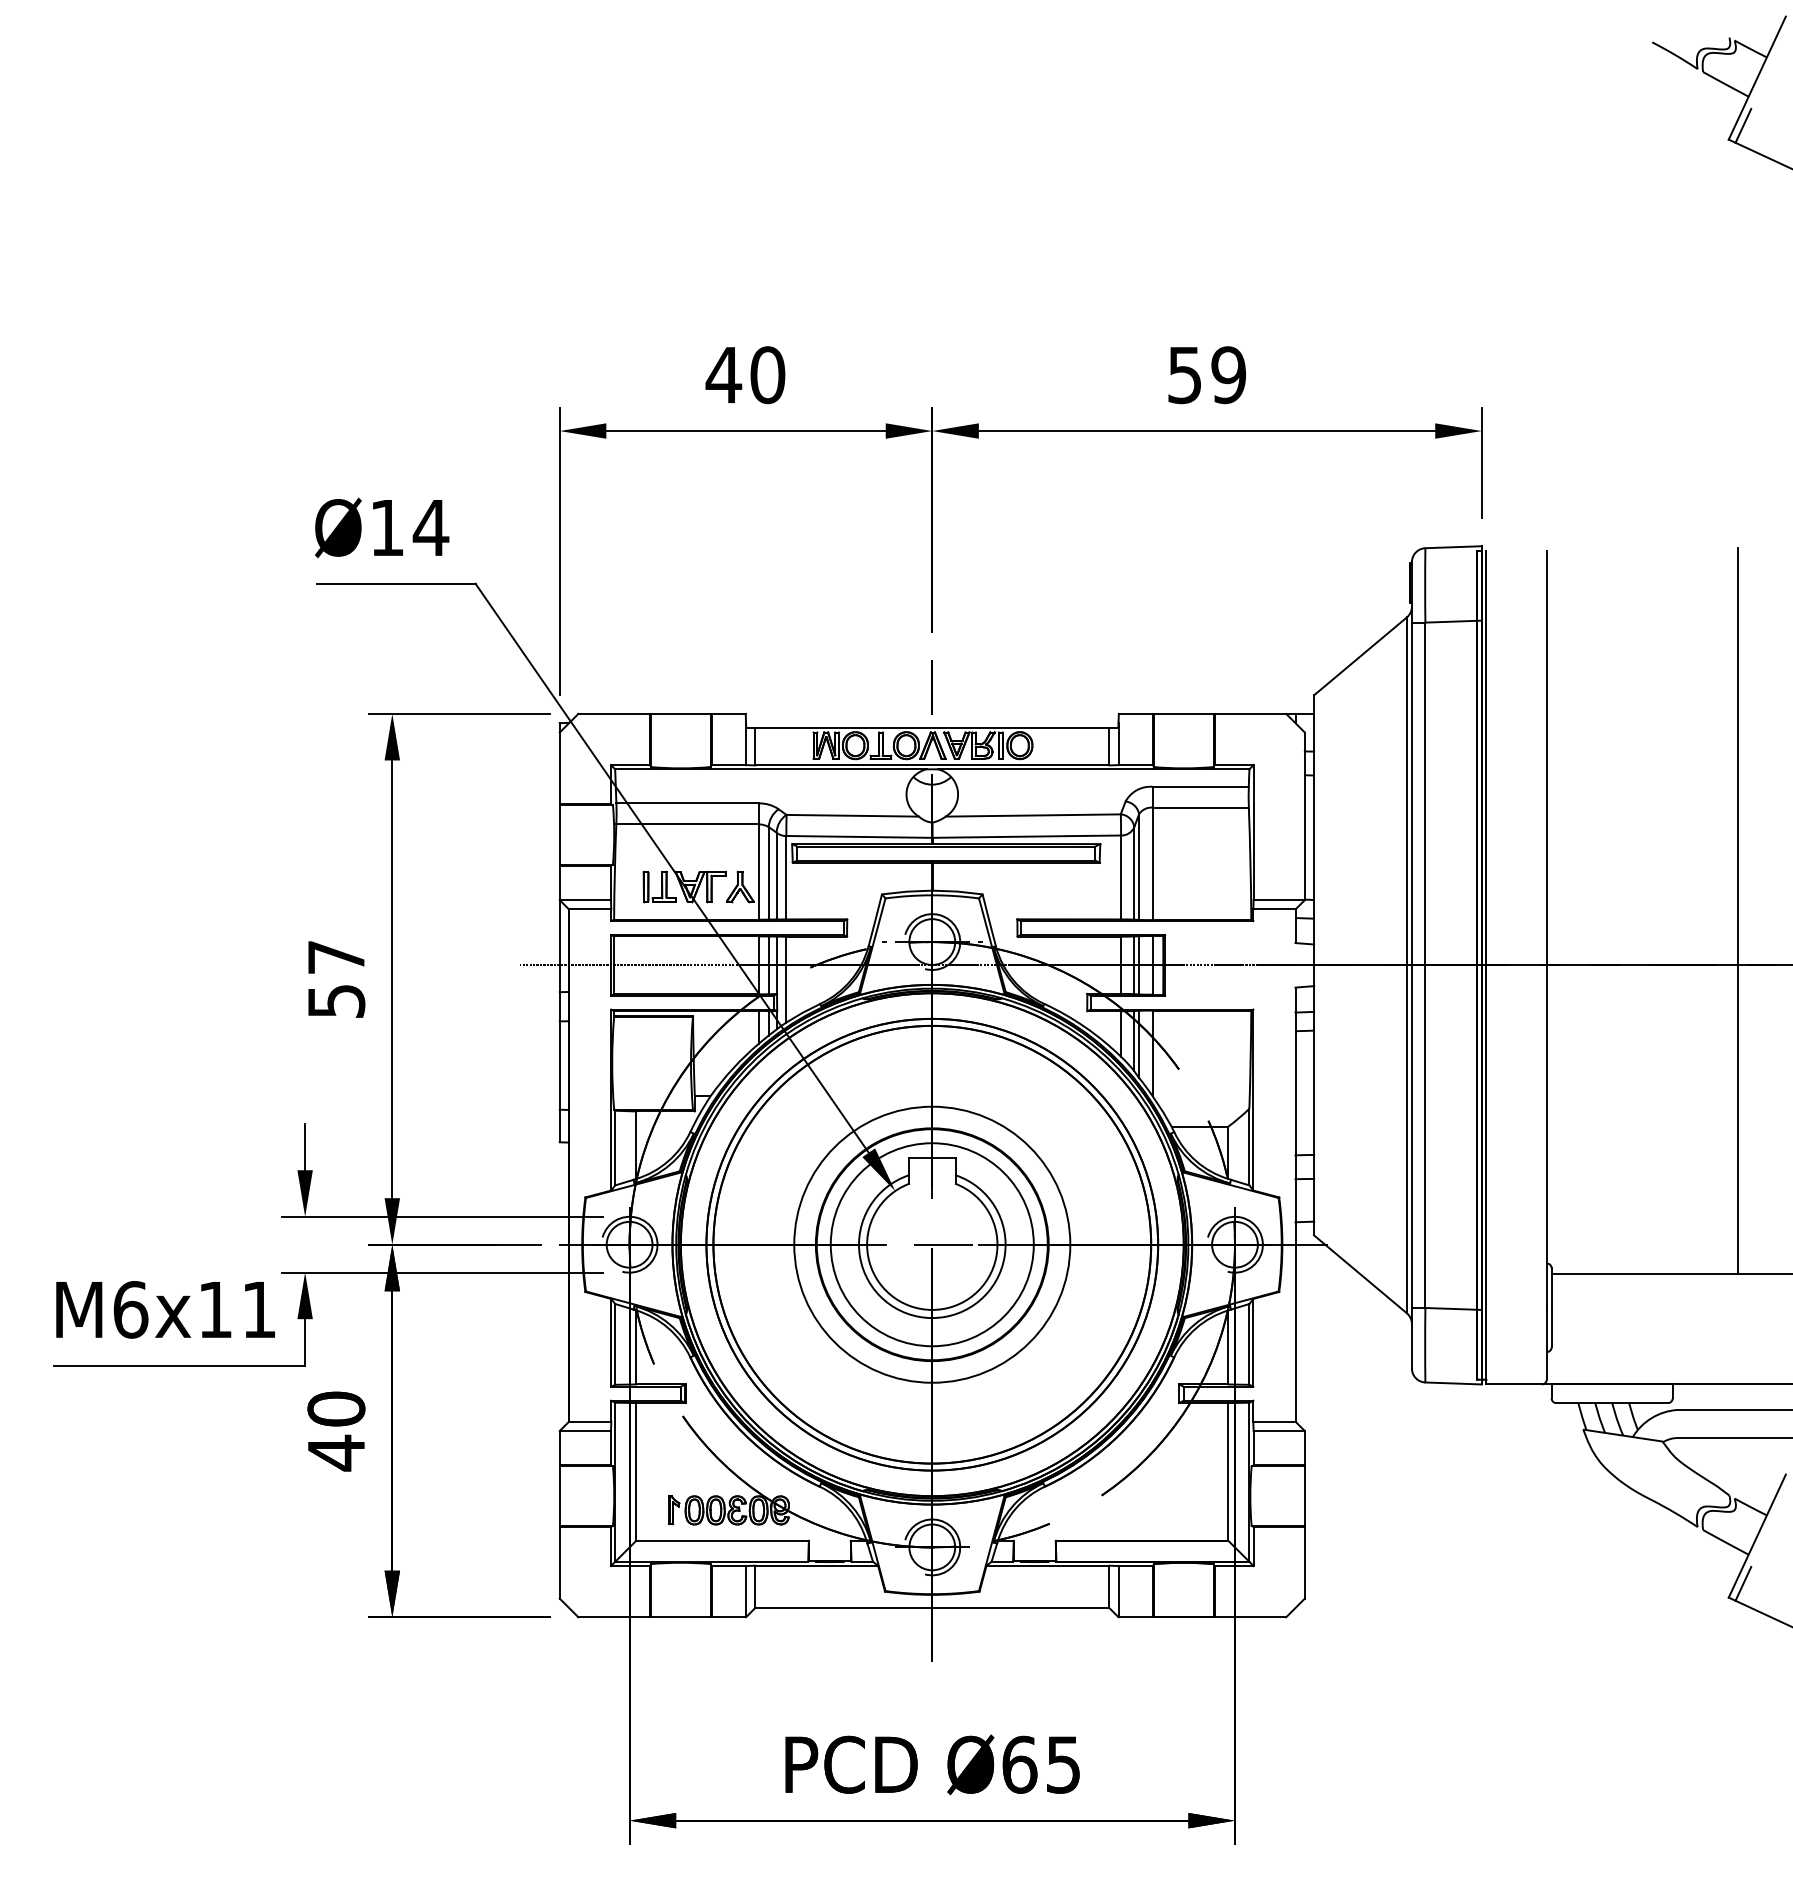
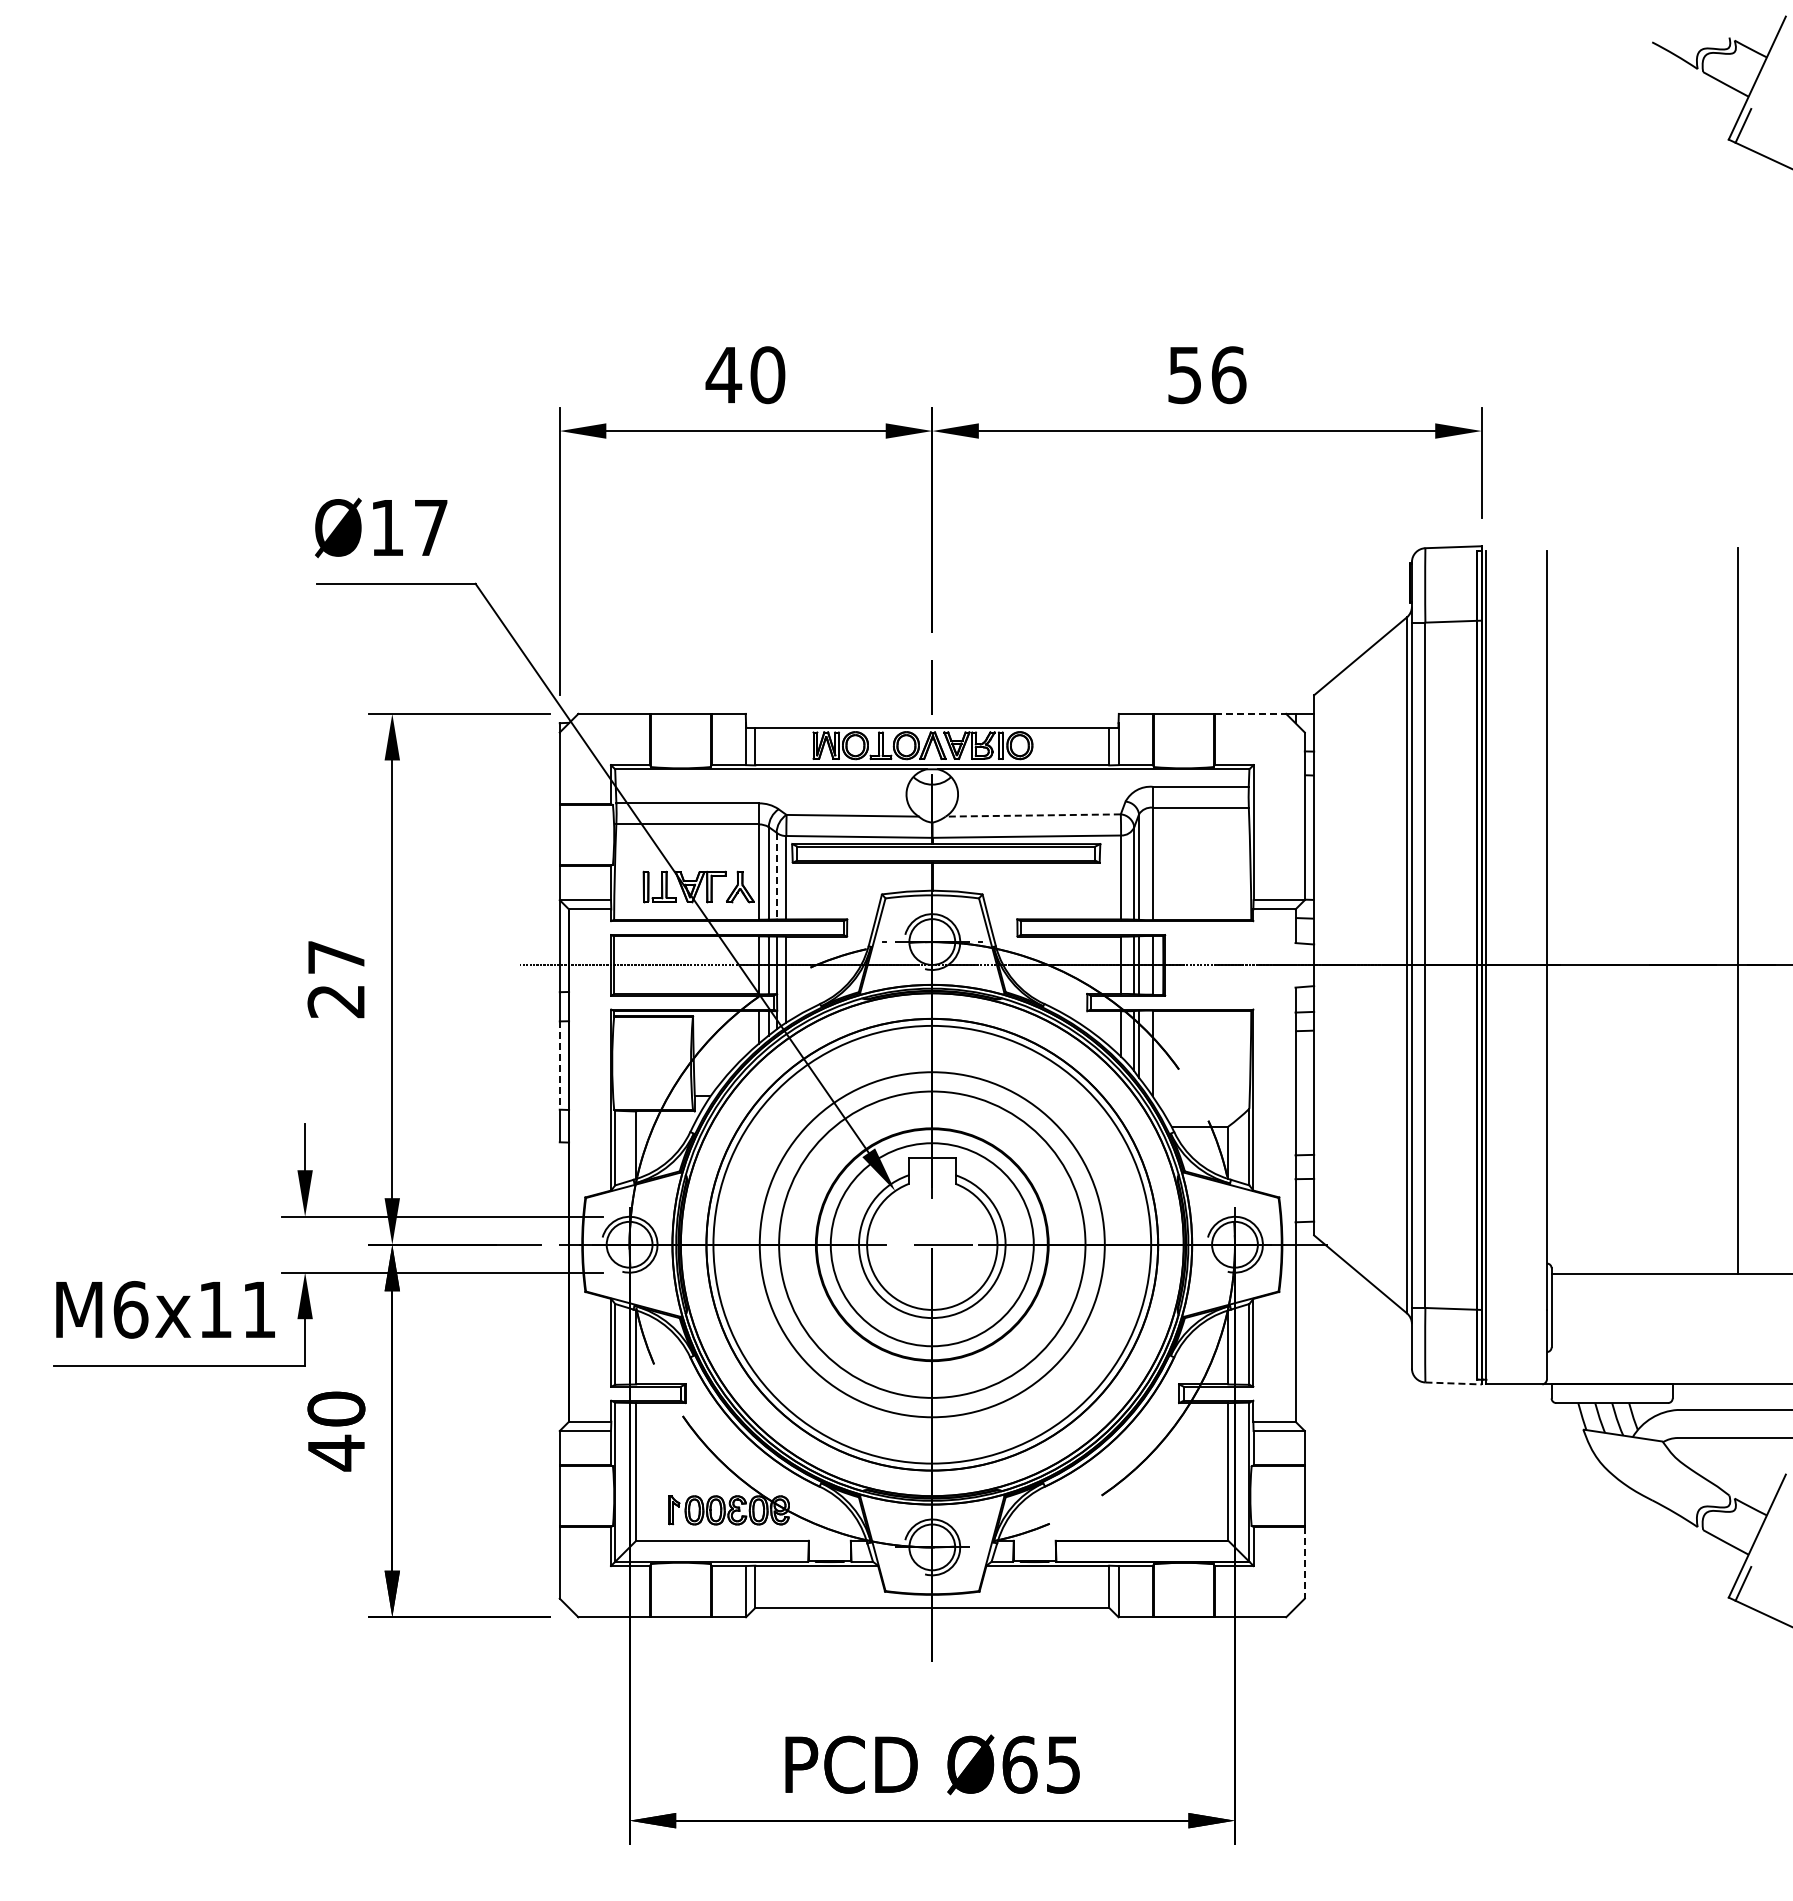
text at (1228, 375): 59 -> 56
text at (430, 527): Ø14 -> Ø17
line at (1250, 713): solid -> dashed
line at (1033, 815): solid -> dashed
line at (776, 876): solid -> dashed
text at (336, 1001): 57 -> 27
line at (559, 1066): solid -> dashed
circle at (932, 1244) diameter: 276 px -> 345 px
circle at (932, 1244) diameter: 438 px -> 306 px
line at (1454, 1383): solid -> dashed
line at (1304, 1562): solid -> dashed
